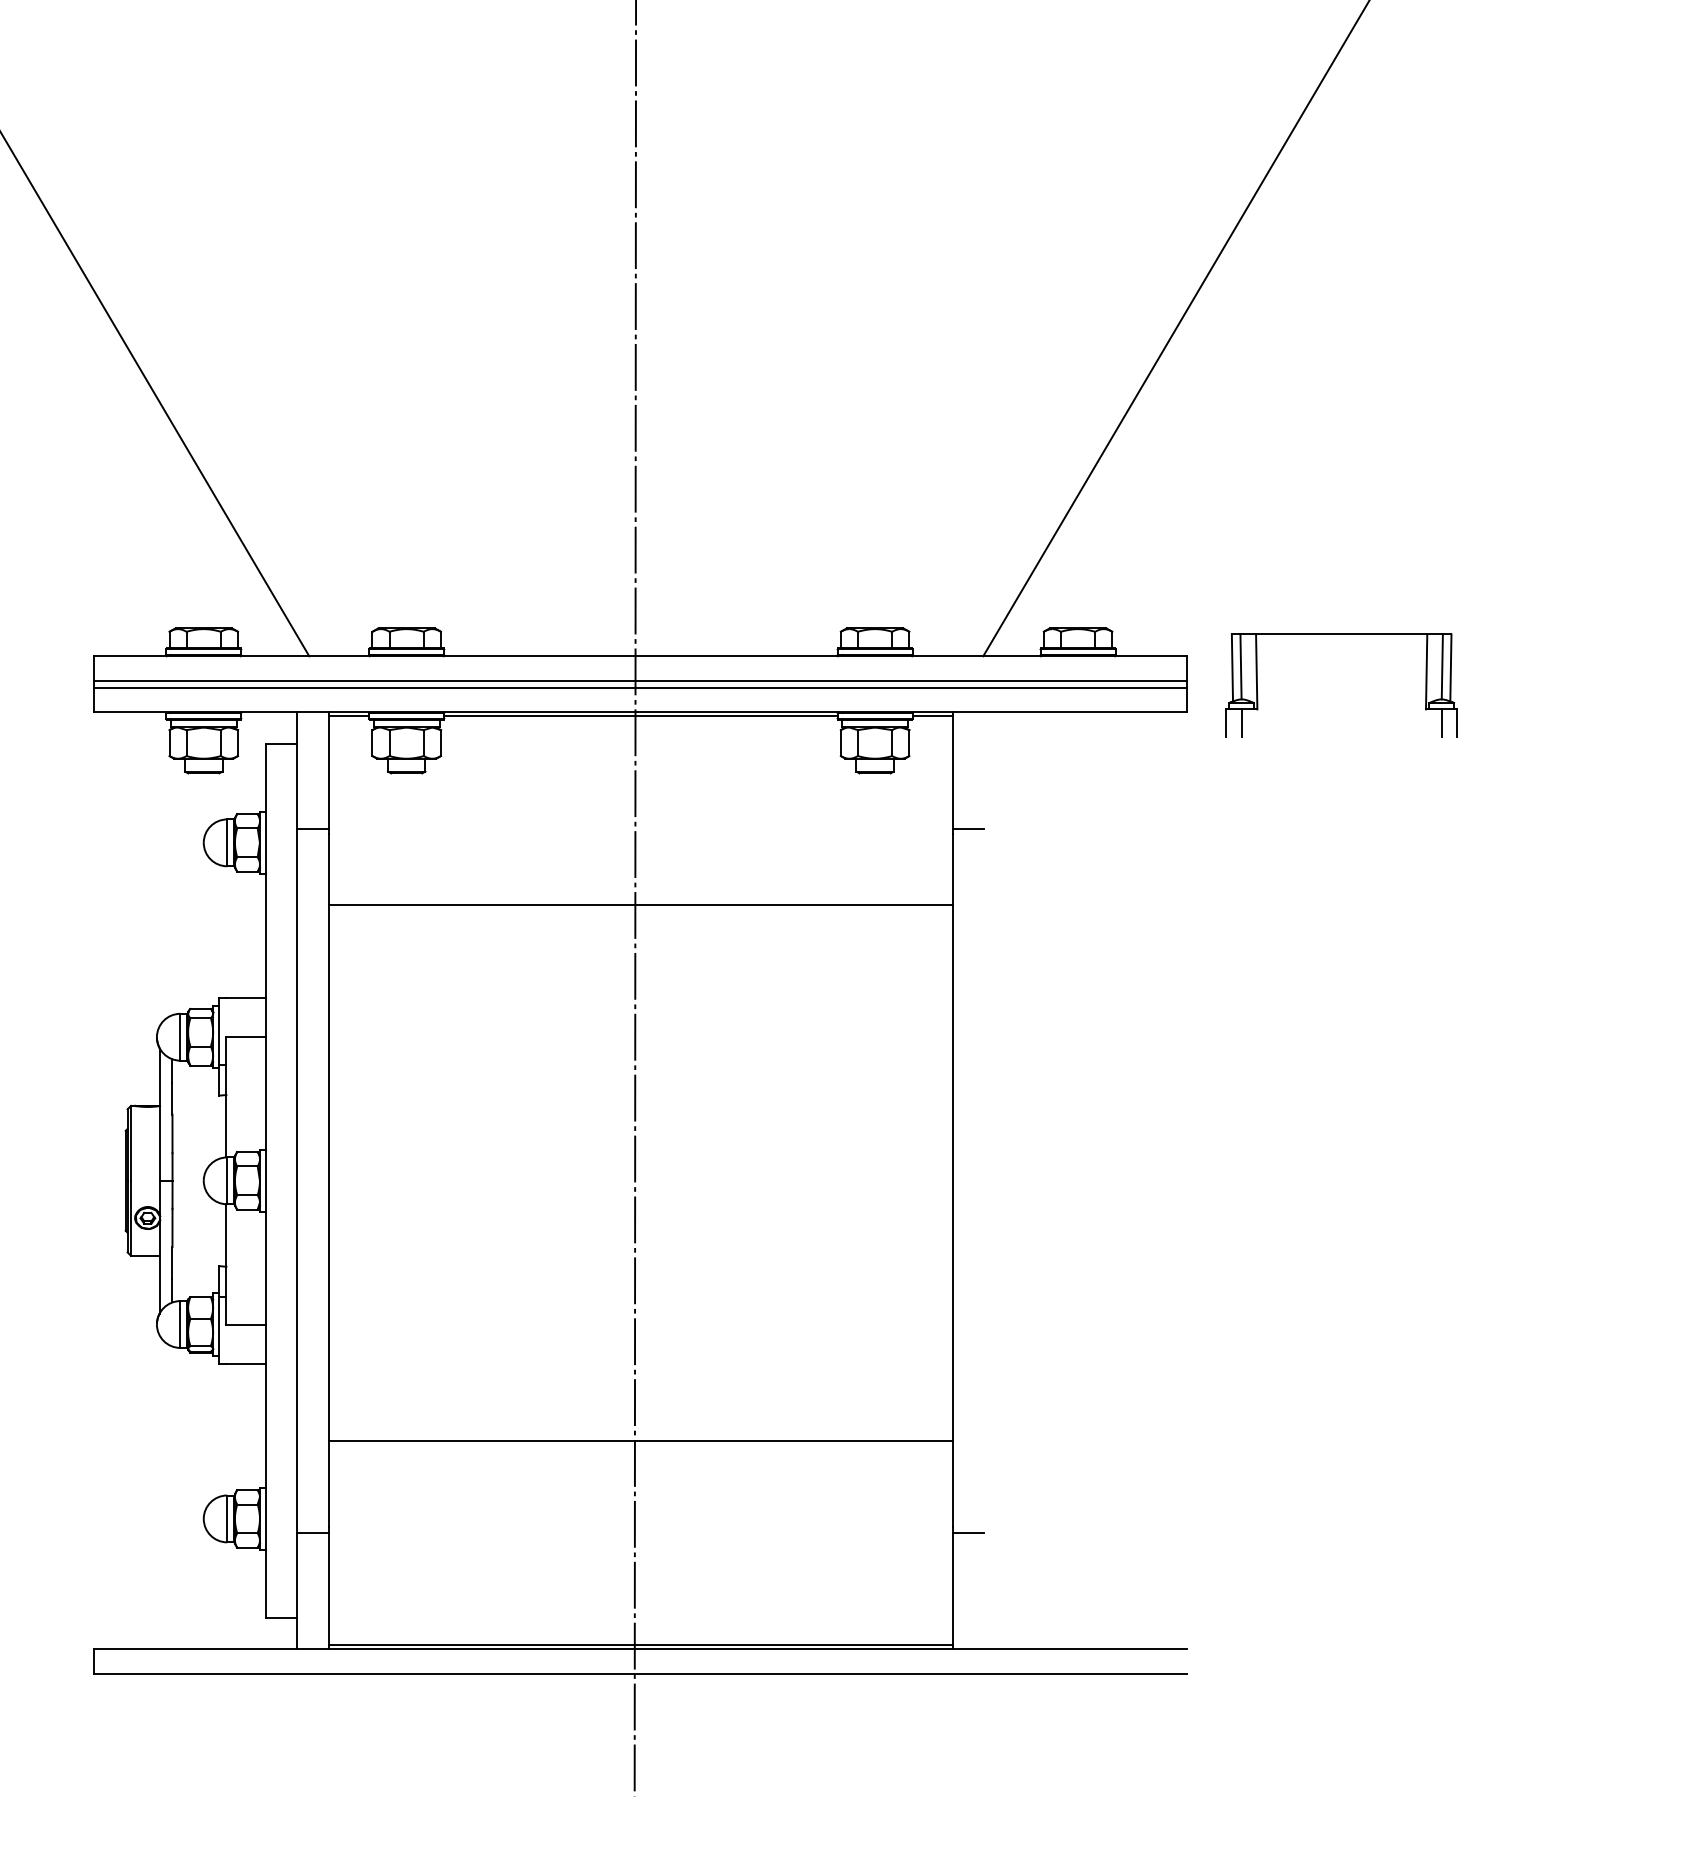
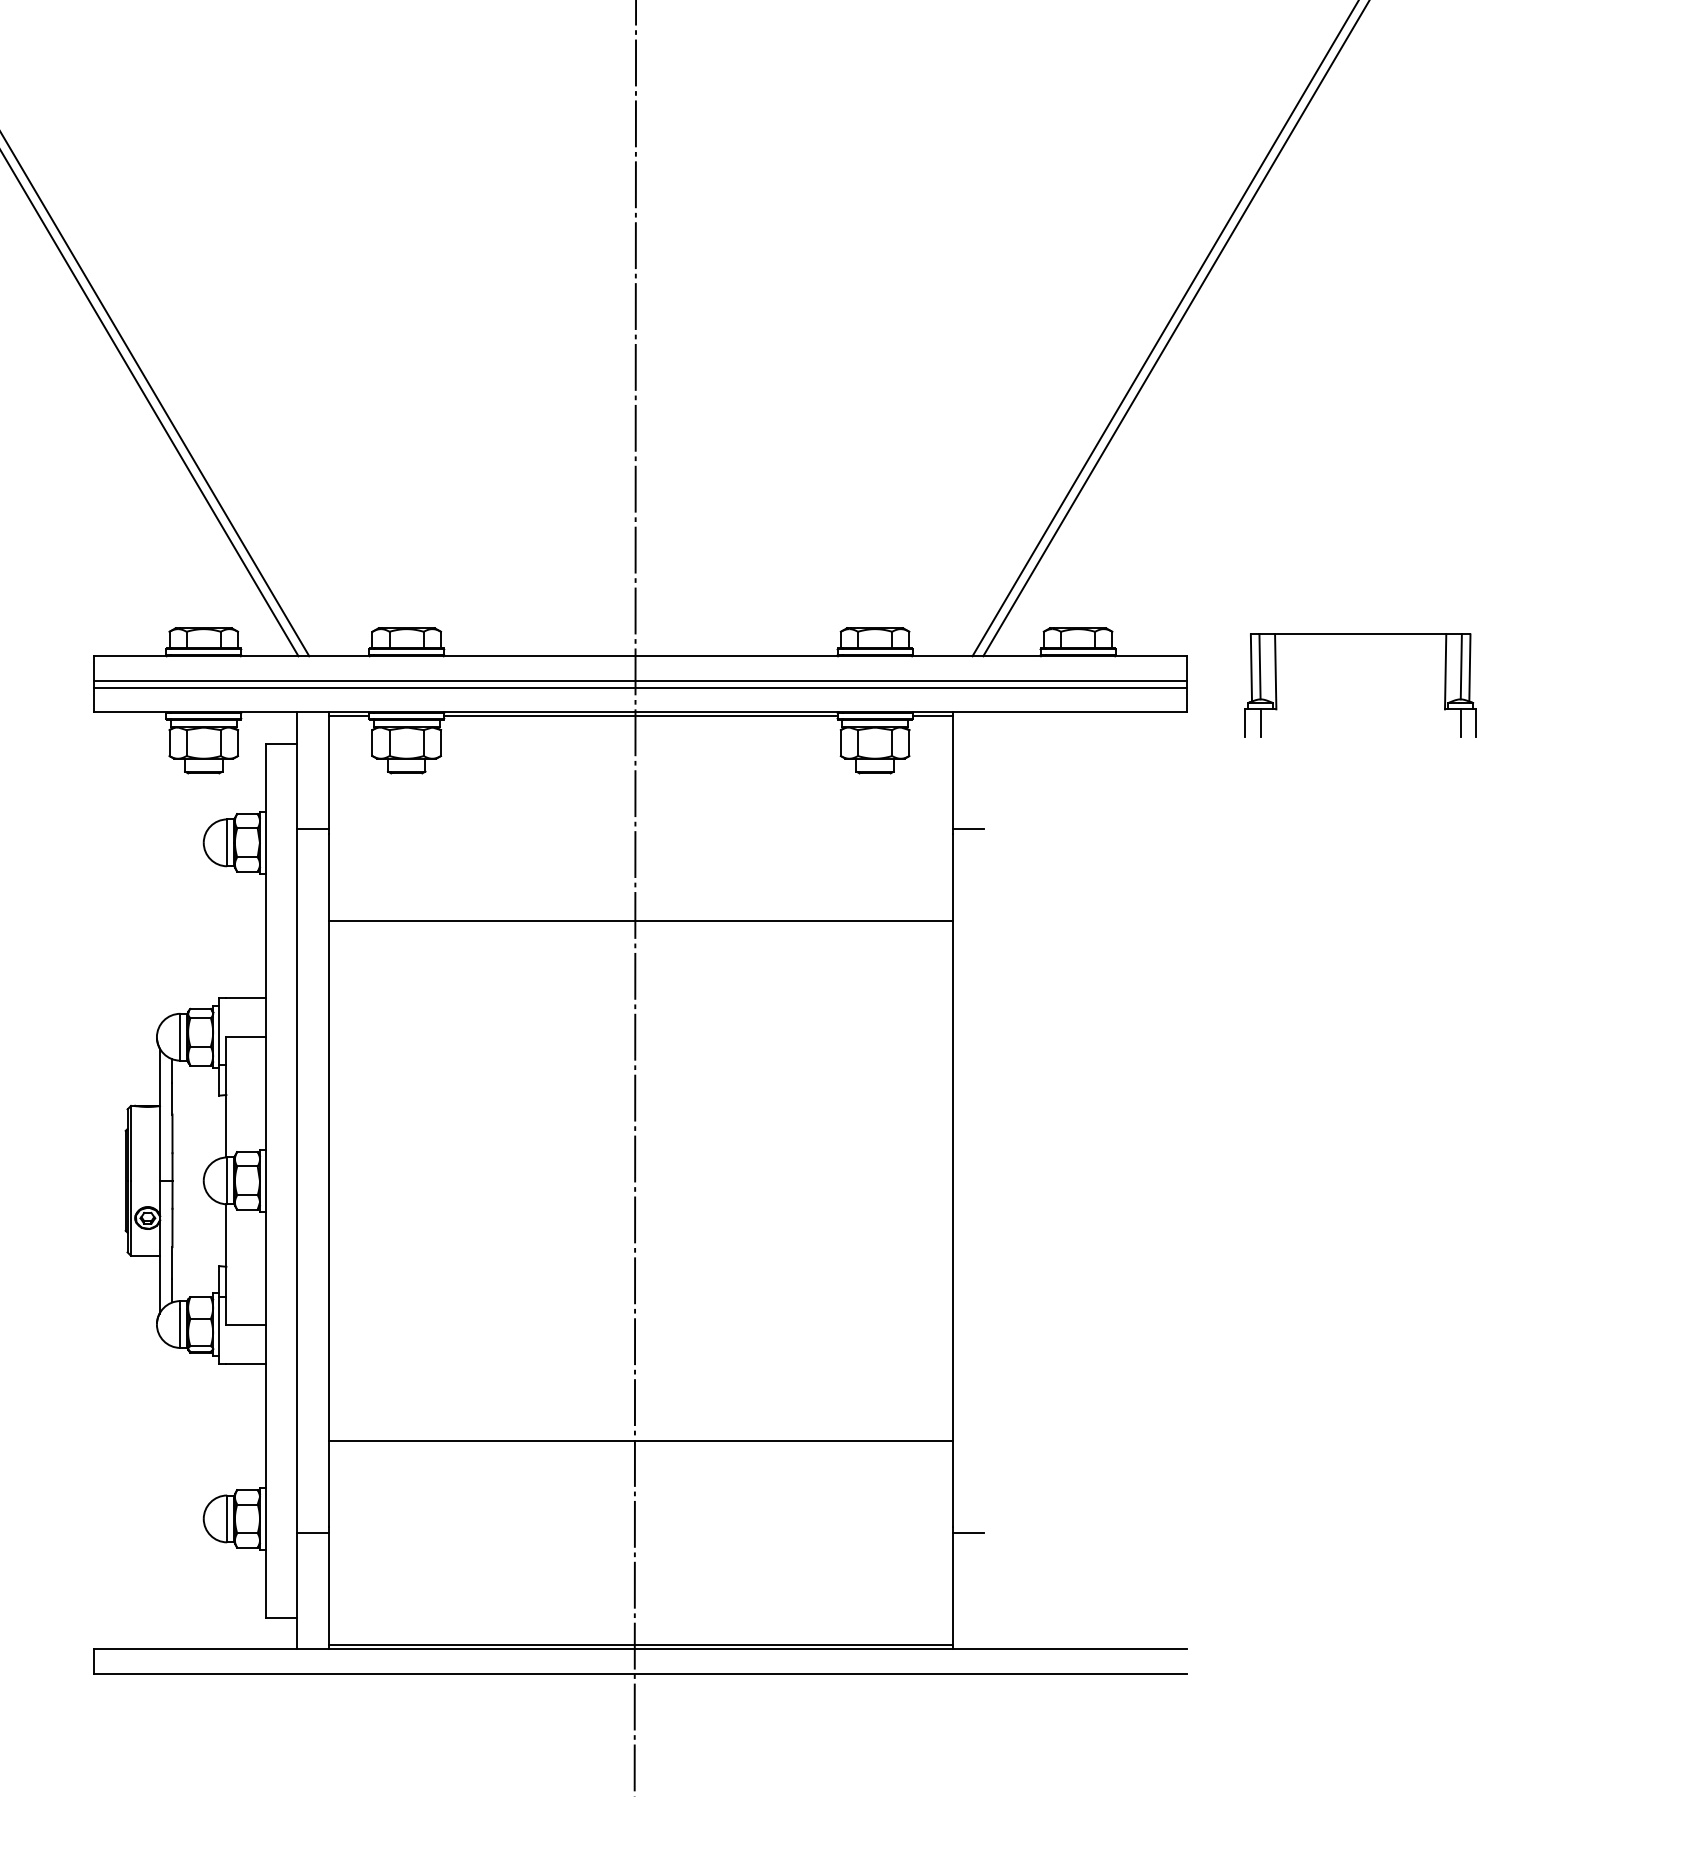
line at (1164, 329): none -> present
line at (150, 404): none -> present
part at (1341, 634) position: (1341, 634) -> (1360, 634)
line at (640, 904) position: (640, 904) -> (640, 920)
